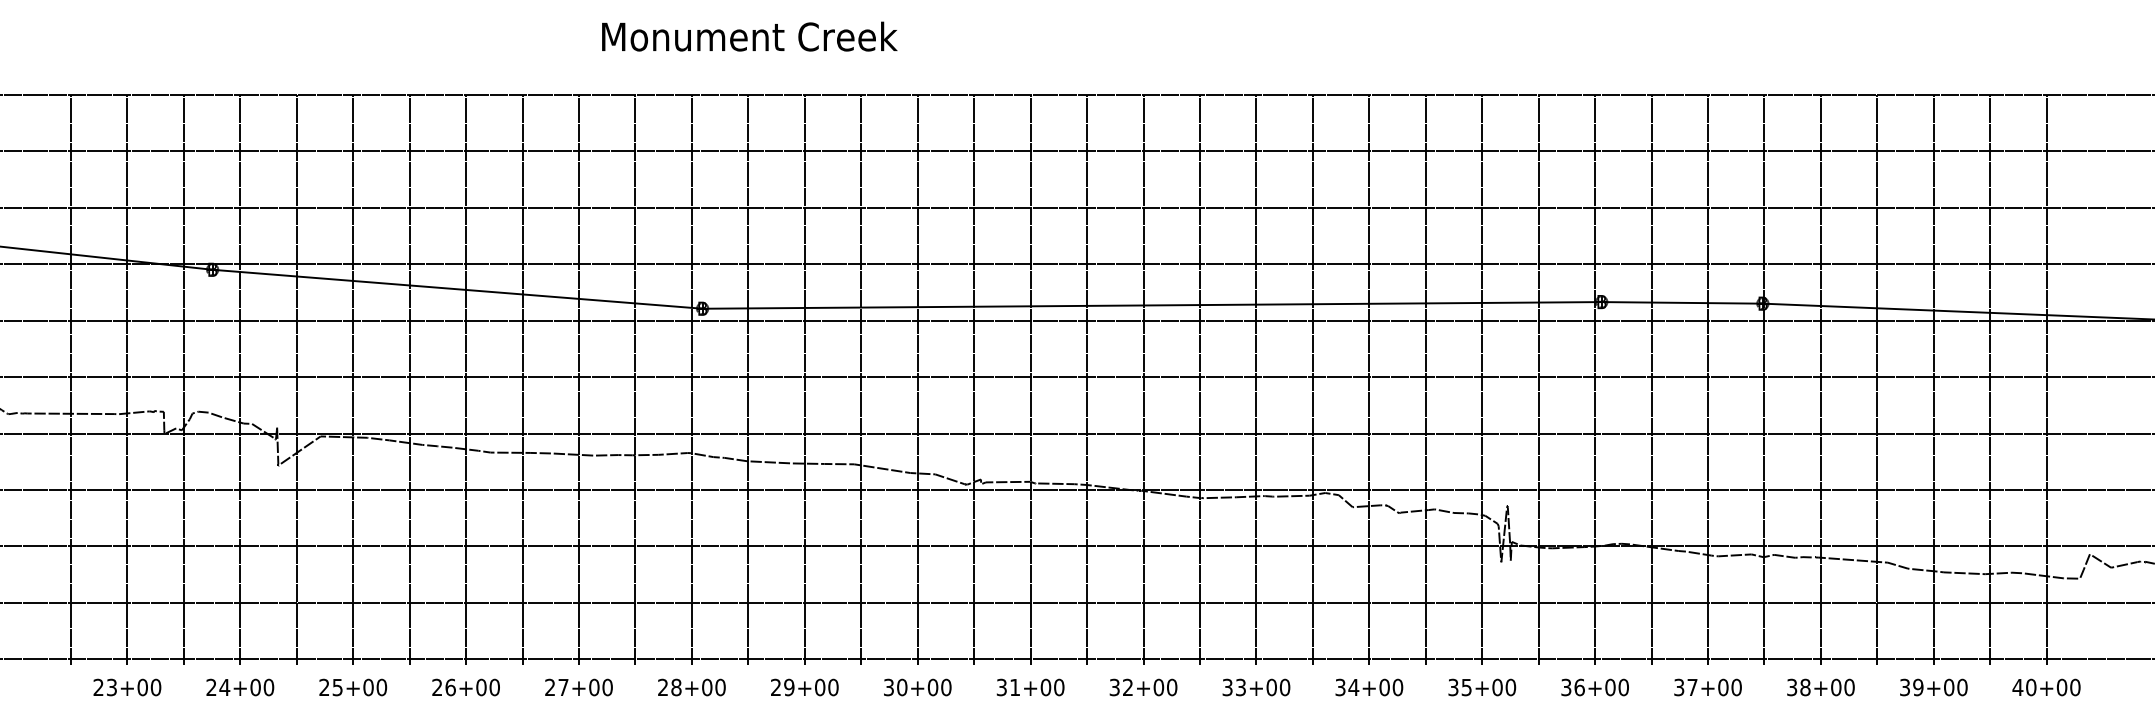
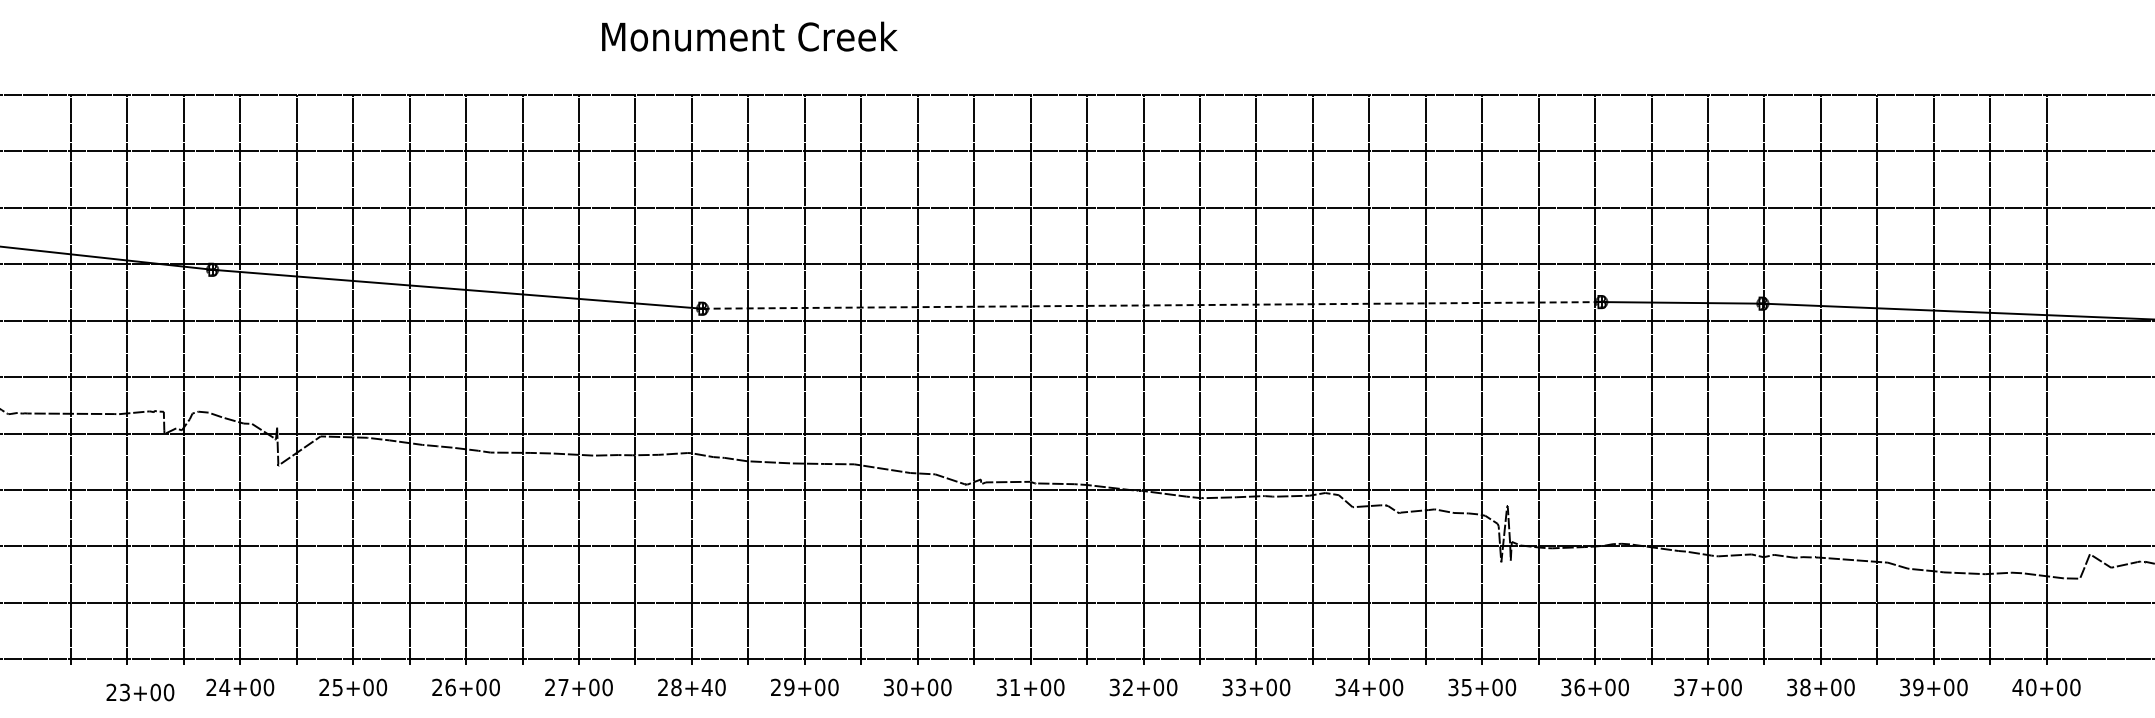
line at (1152, 305): solid -> dashed
text at (127, 687) position: (127, 687) -> (140, 692)
text at (706, 687): 28+00 -> 28+40
